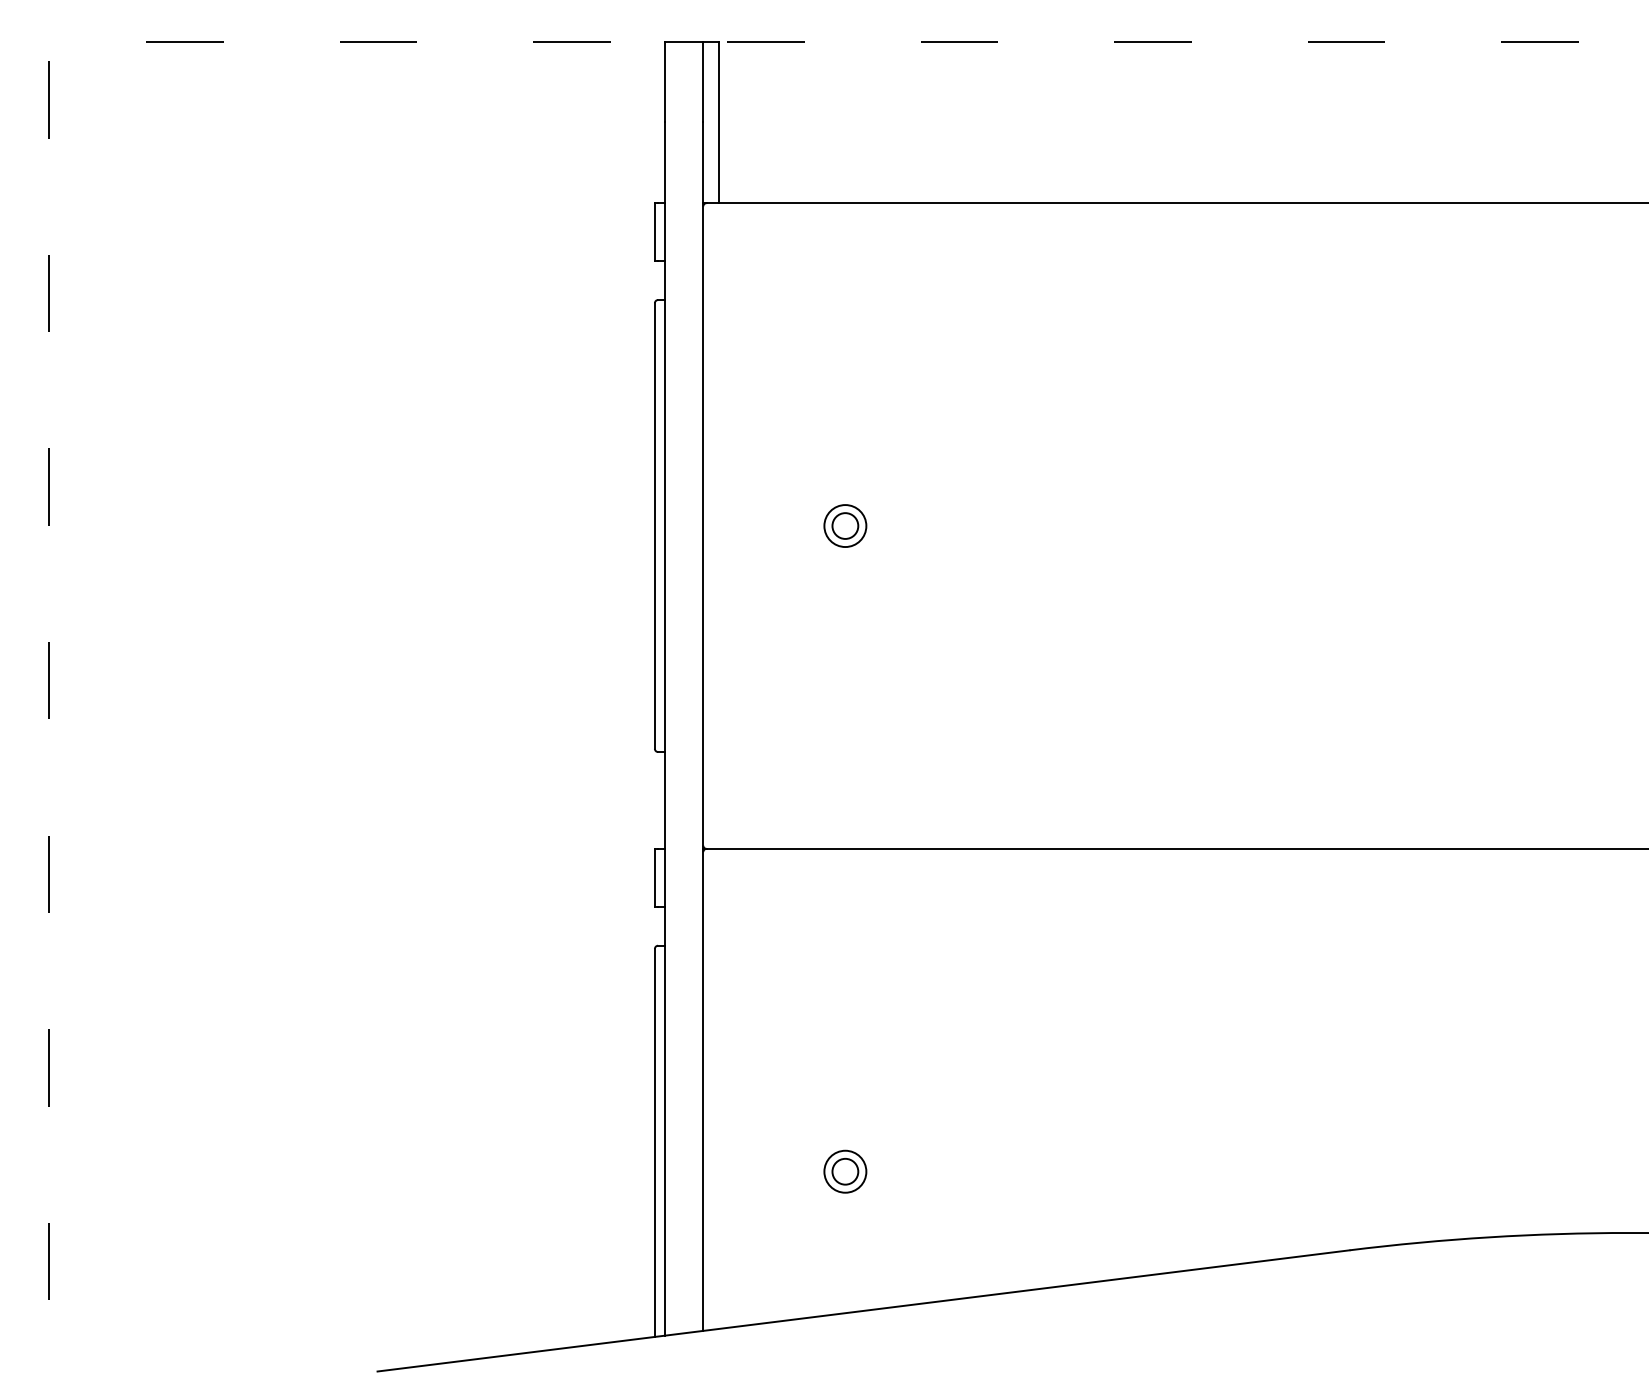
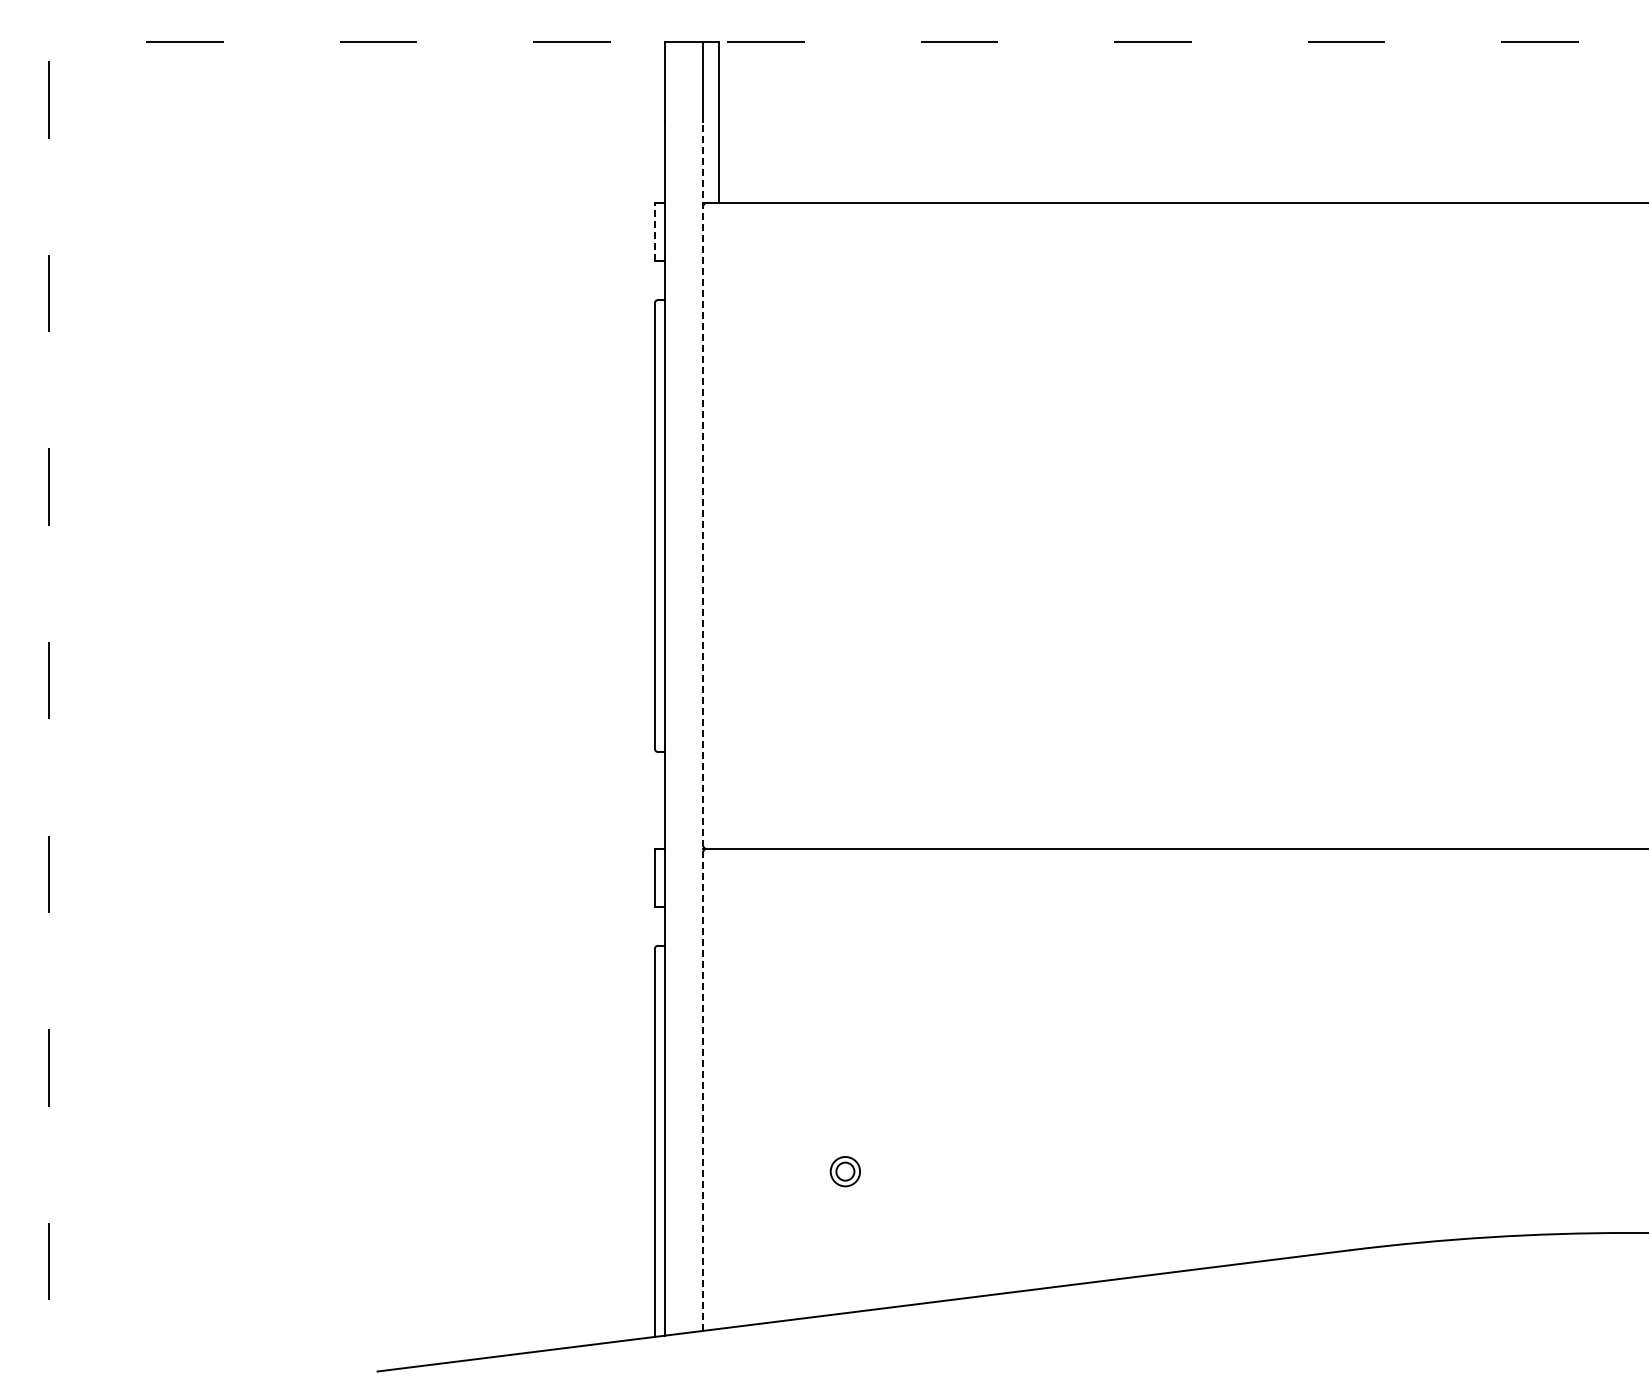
line at (654, 231): solid -> dashed
part at (845, 525): present -> none
line at (703, 726): solid -> dashed
part at (845, 1171) size: 45x45 px -> 32x32 px
